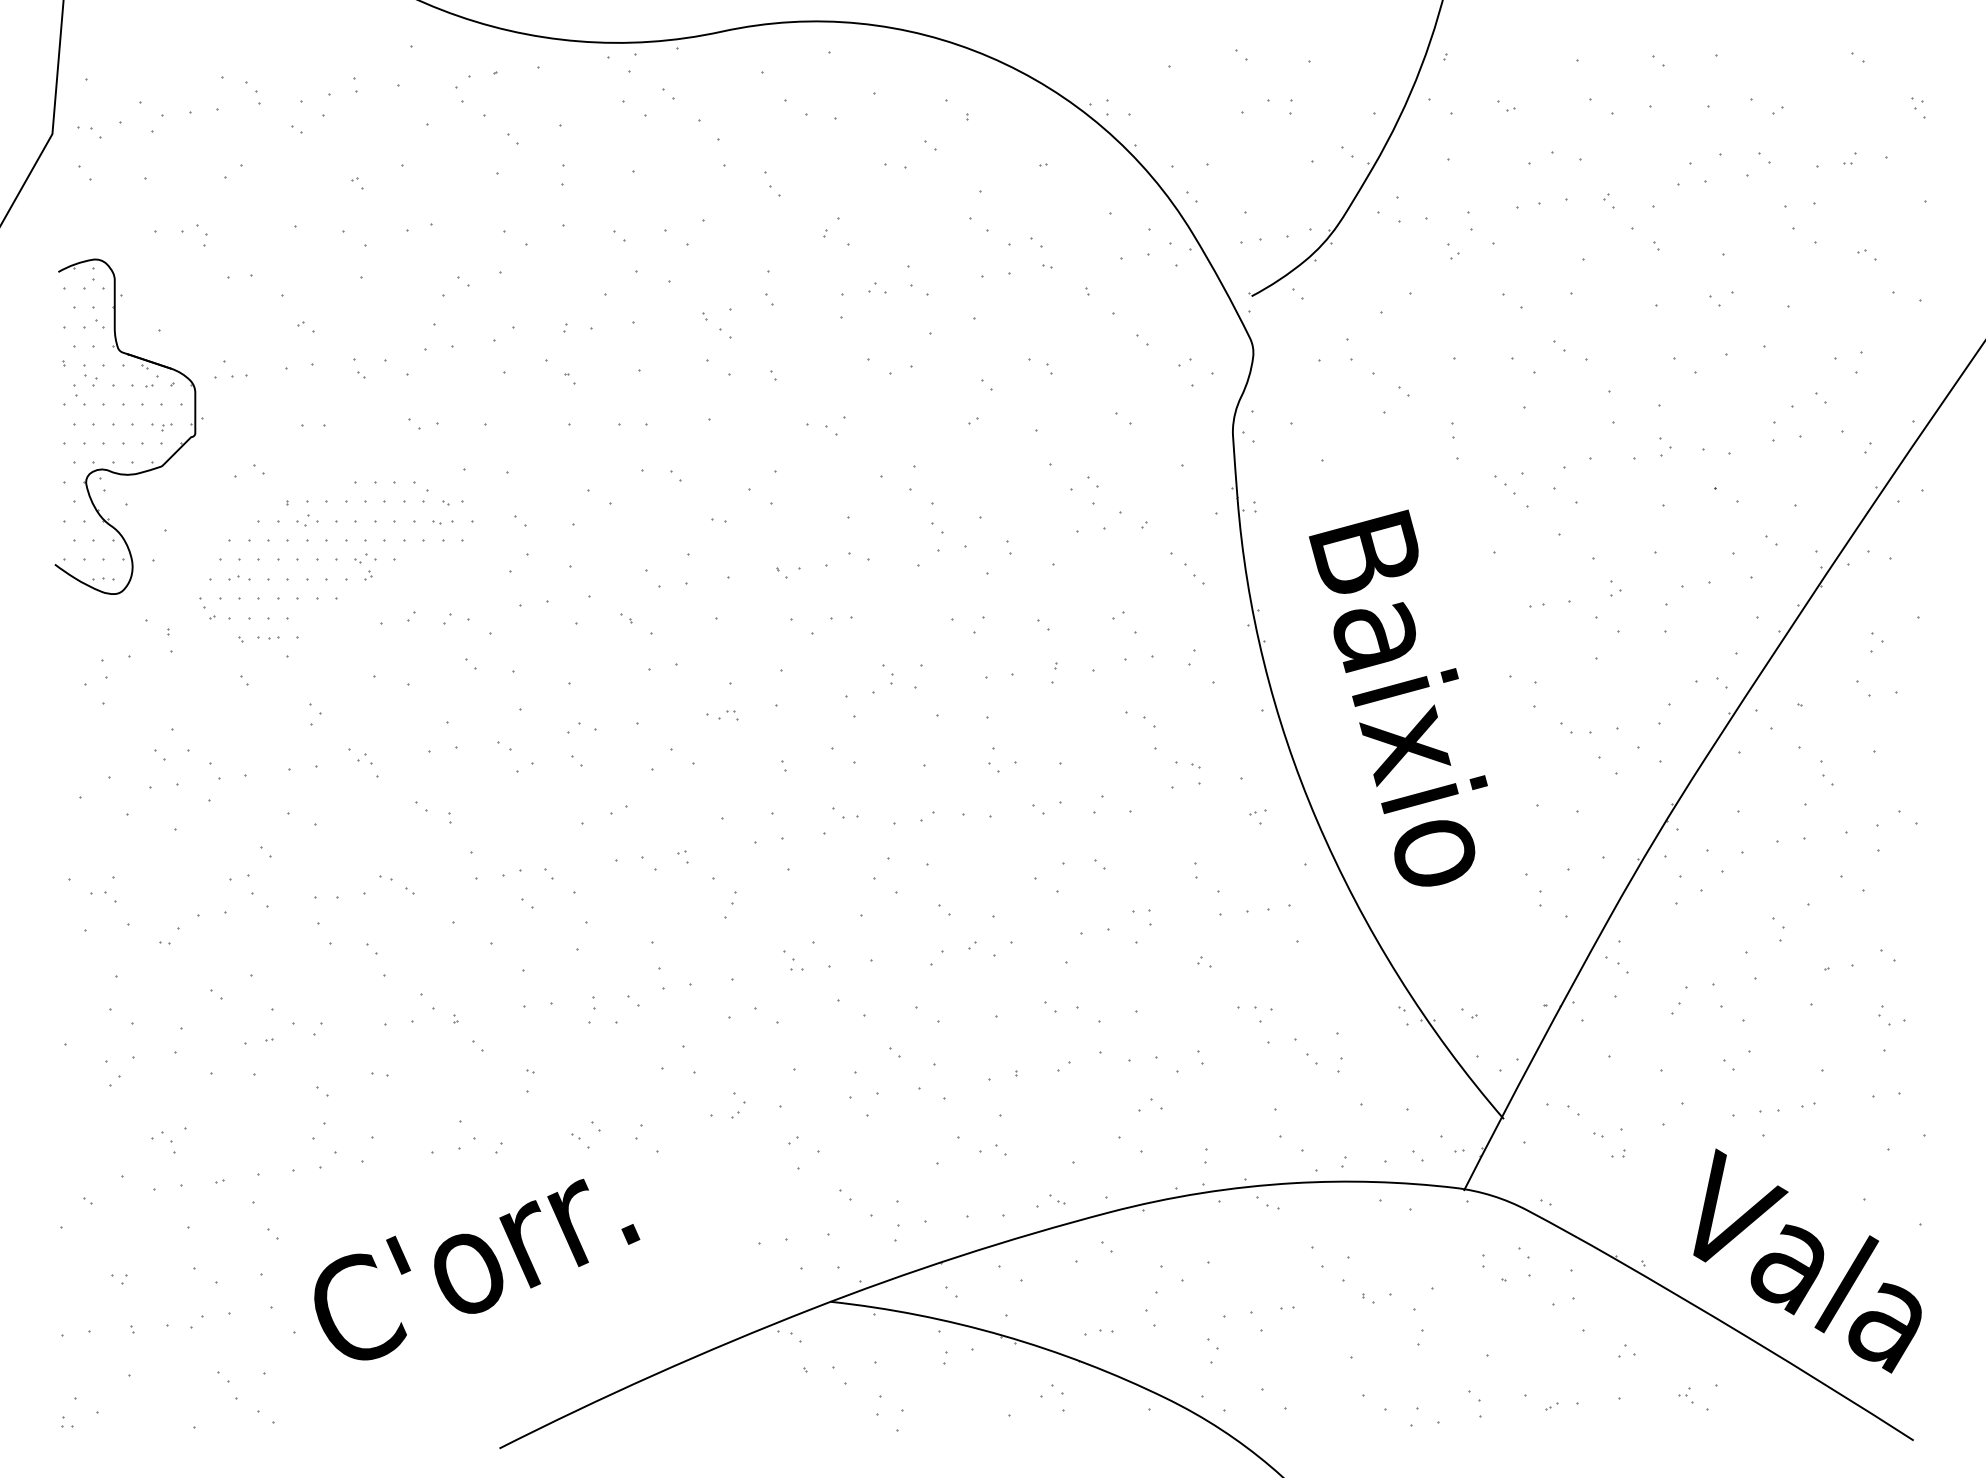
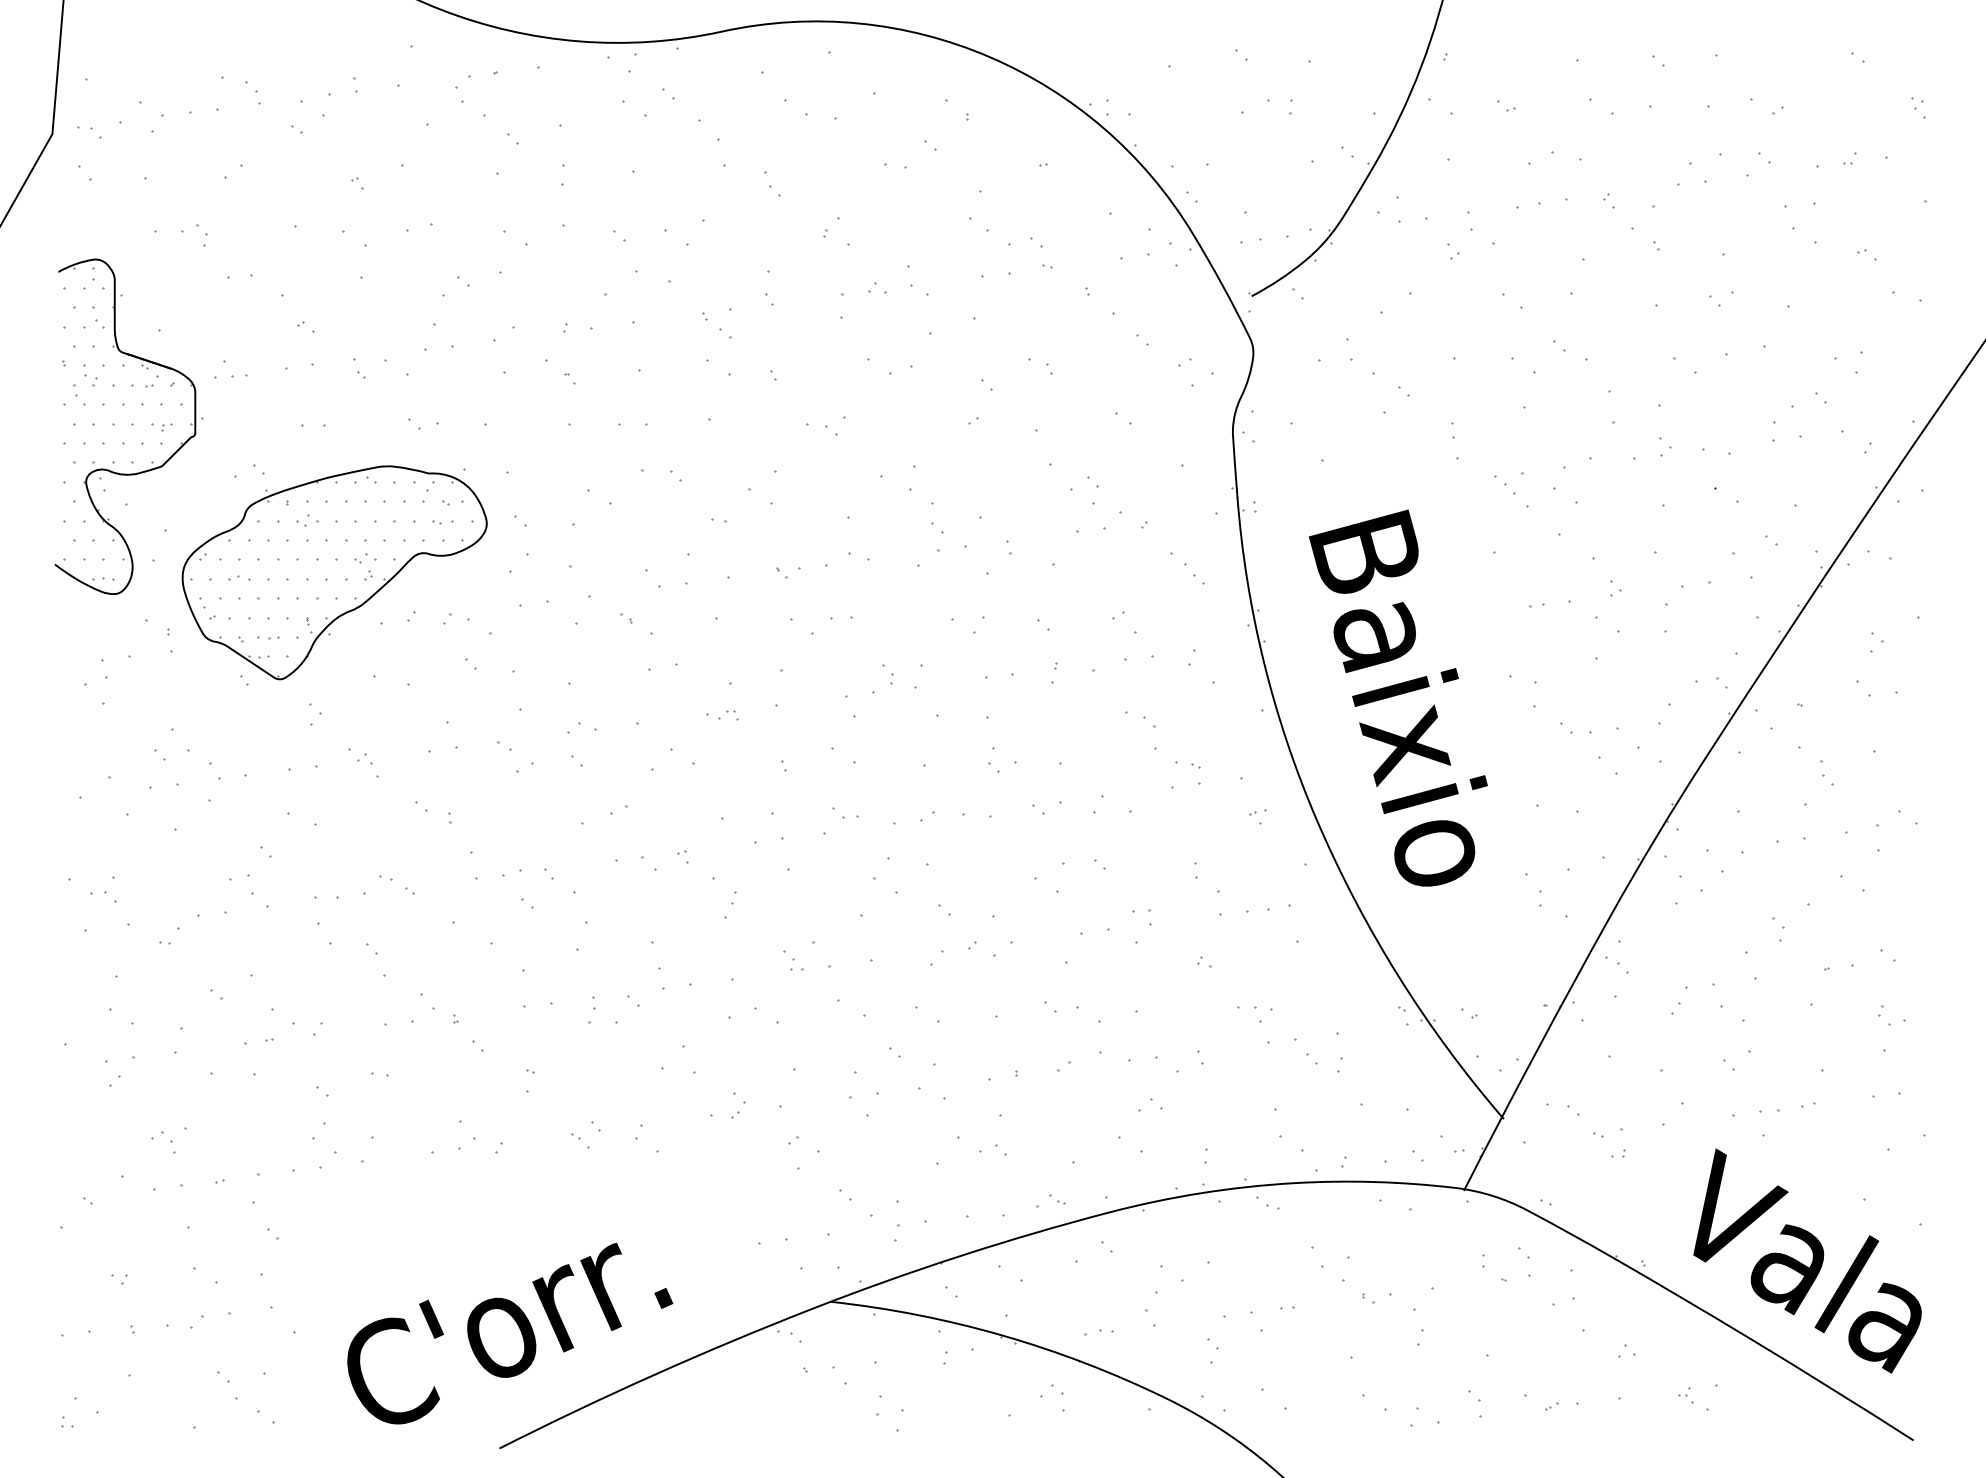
part at (334, 572): none -> present
text at (477, 1269) position: (477, 1269) -> (510, 1333)
